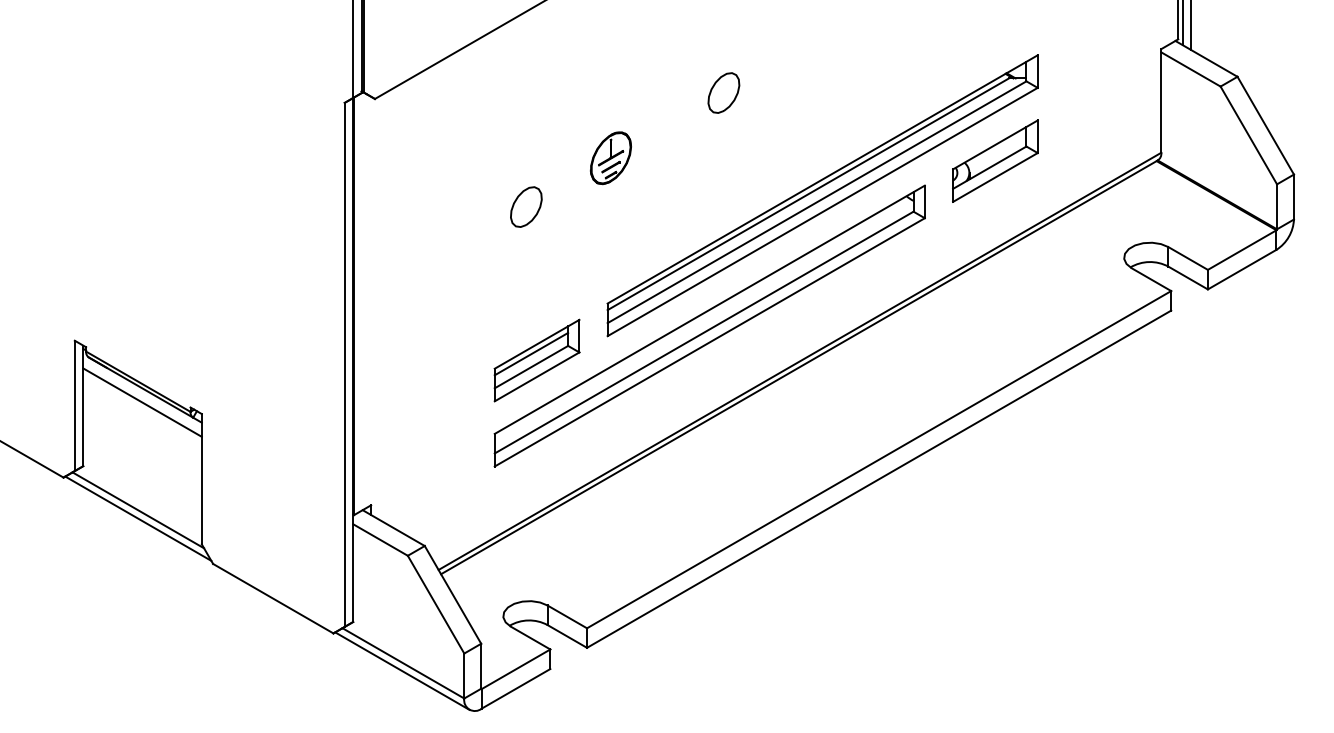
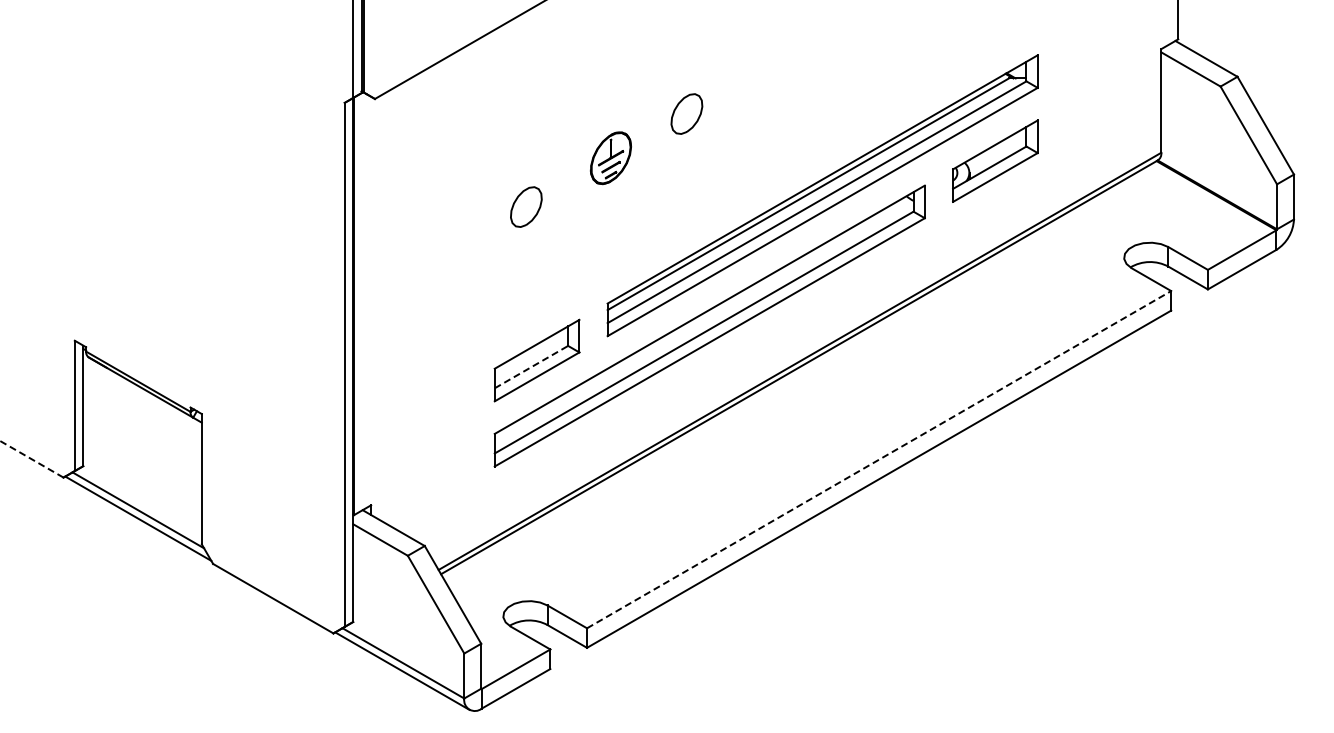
line at (1182, 23): present -> none
line at (1191, 26): present -> none
part at (723, 92) position: (723, 92) -> (686, 113)
line at (531, 353): present -> none
line at (531, 366): solid -> dashed
line at (142, 402): present -> none
line at (31, 459): solid -> dashed
line at (879, 459): solid -> dashed
